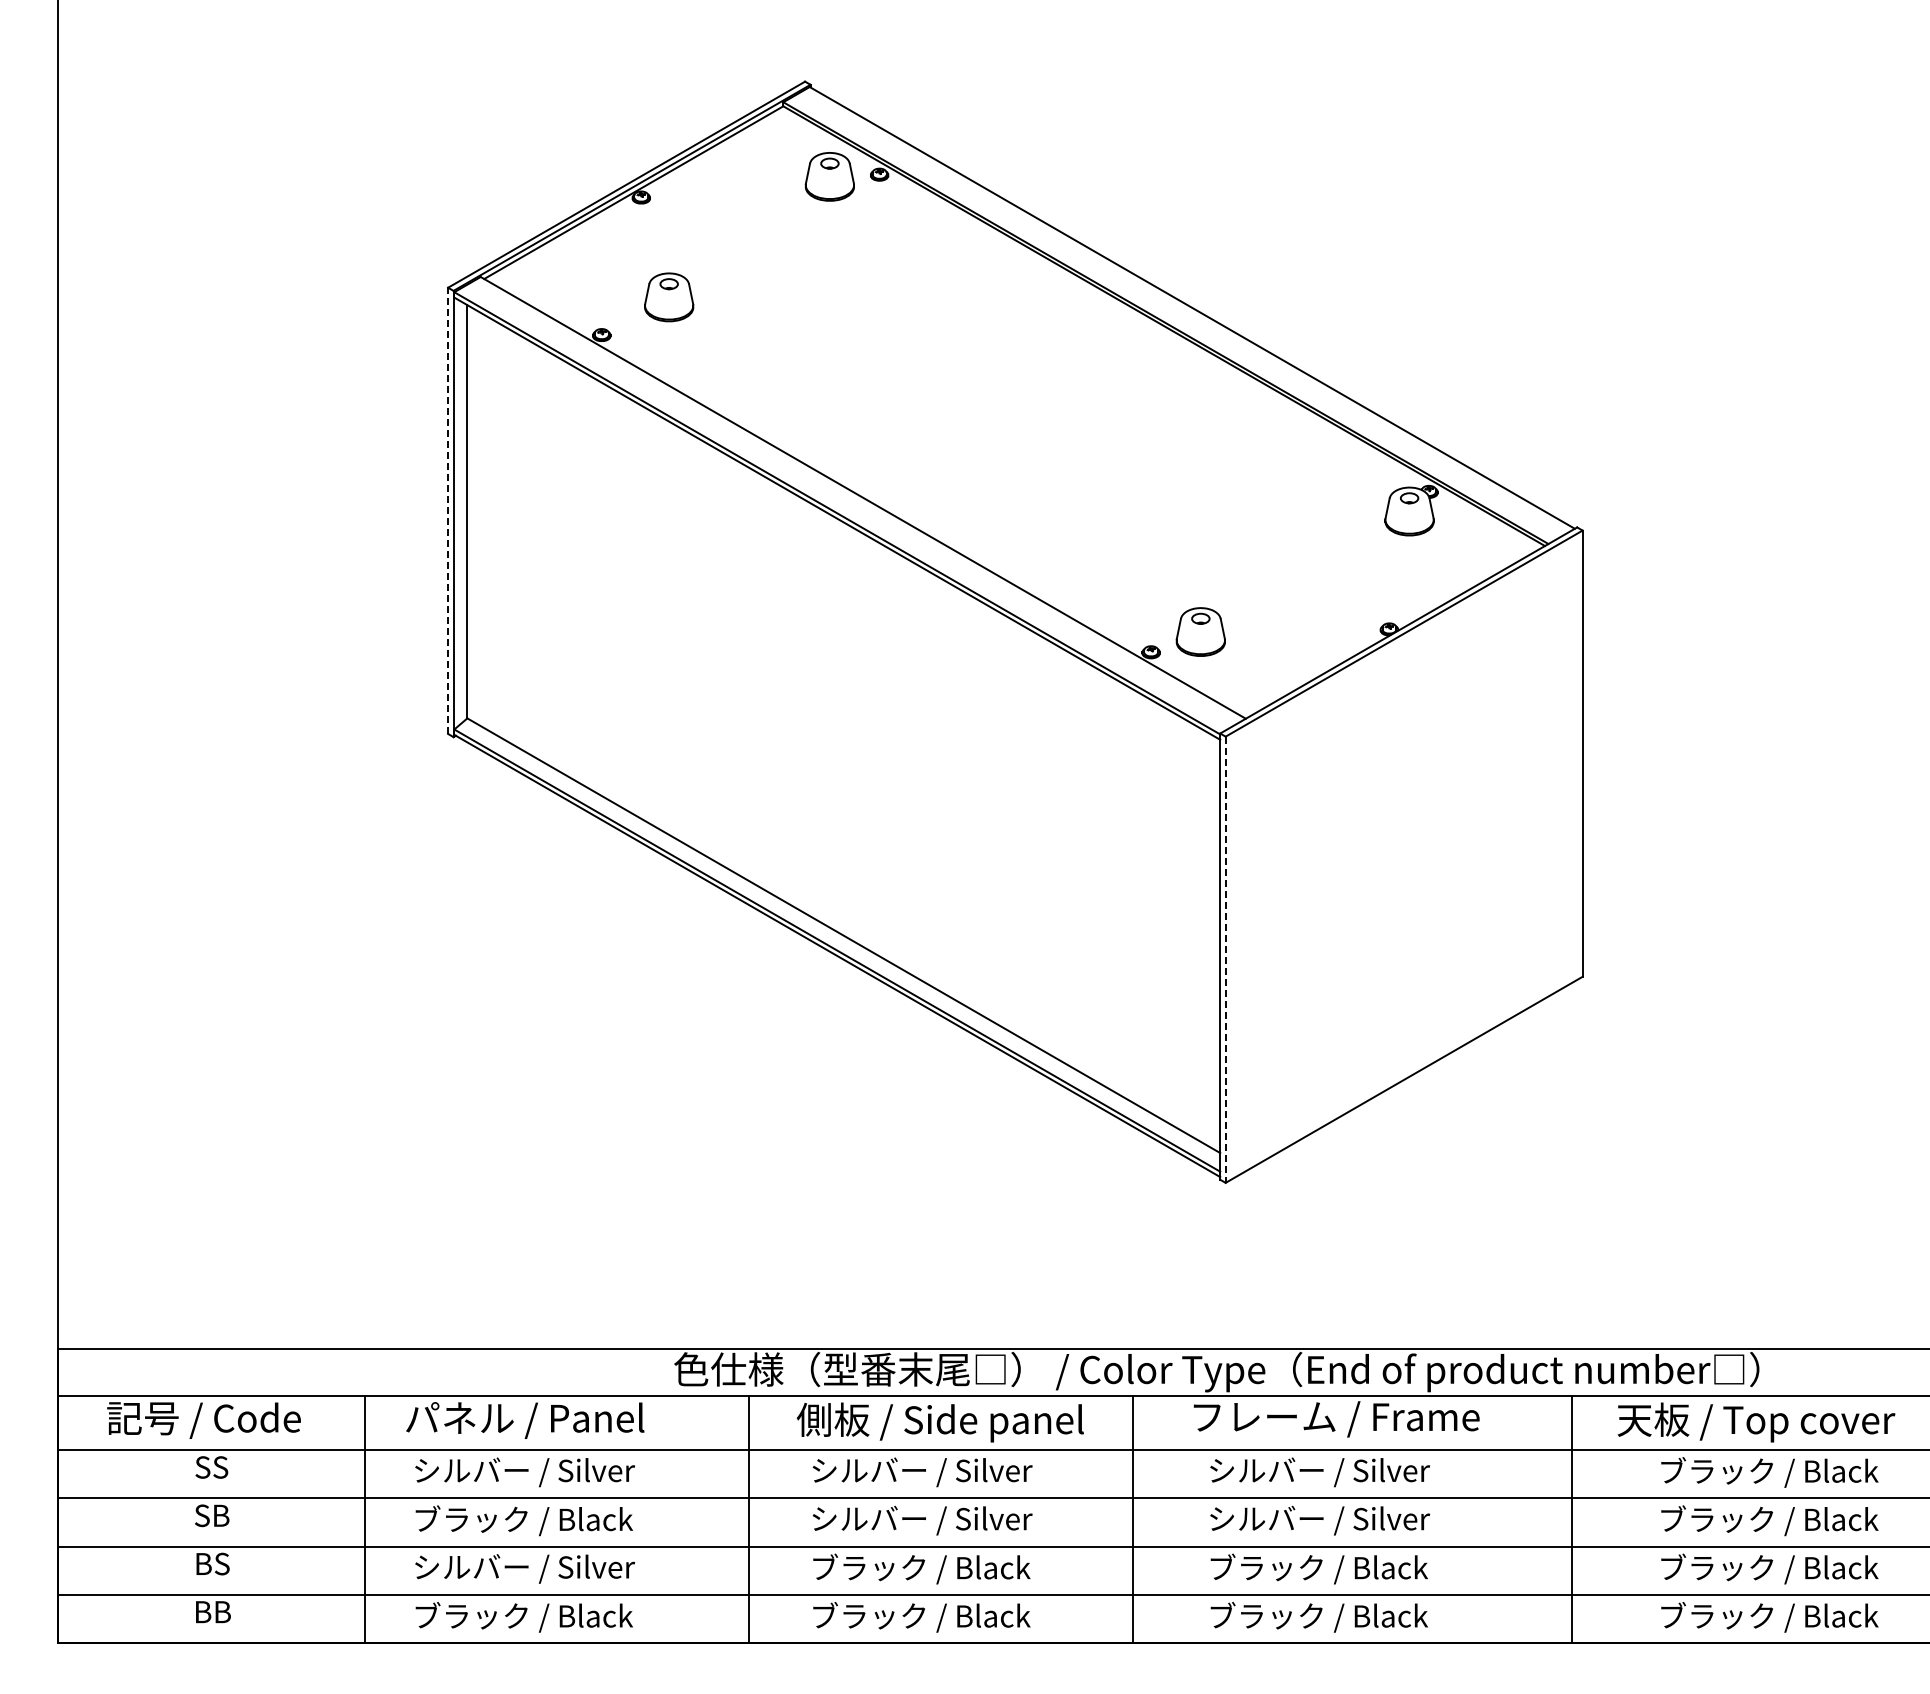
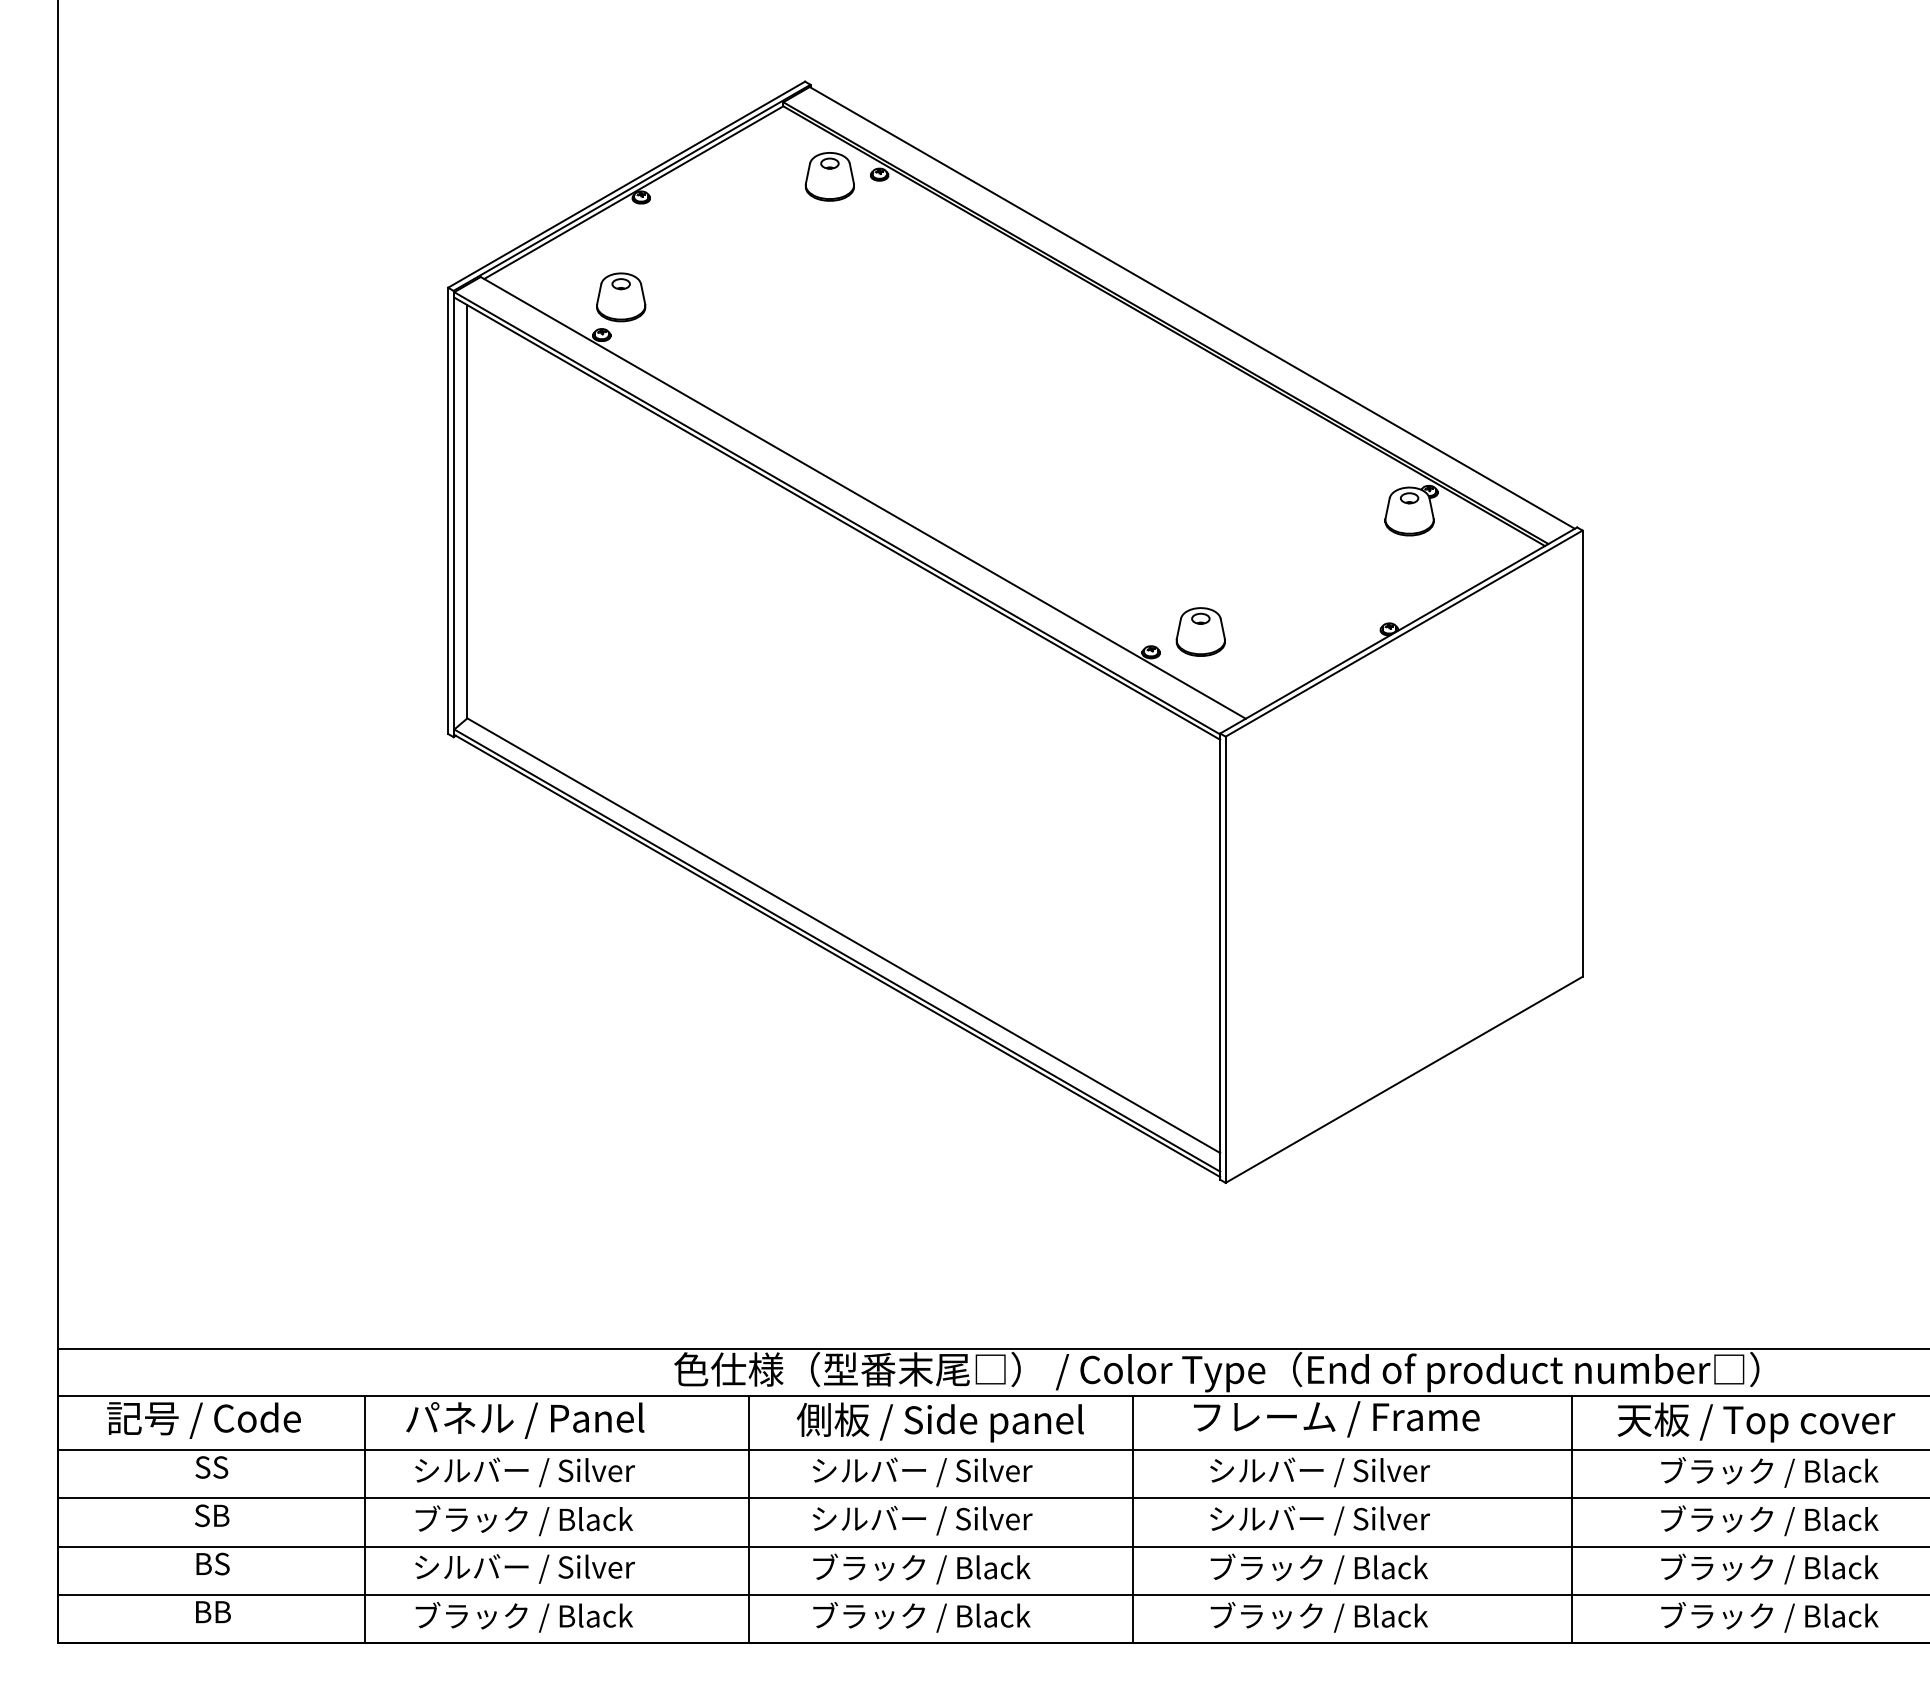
part at (669, 297) position: (669, 297) -> (621, 297)
line at (448, 510): dashed -> solid
line at (1225, 960): dashed -> solid
